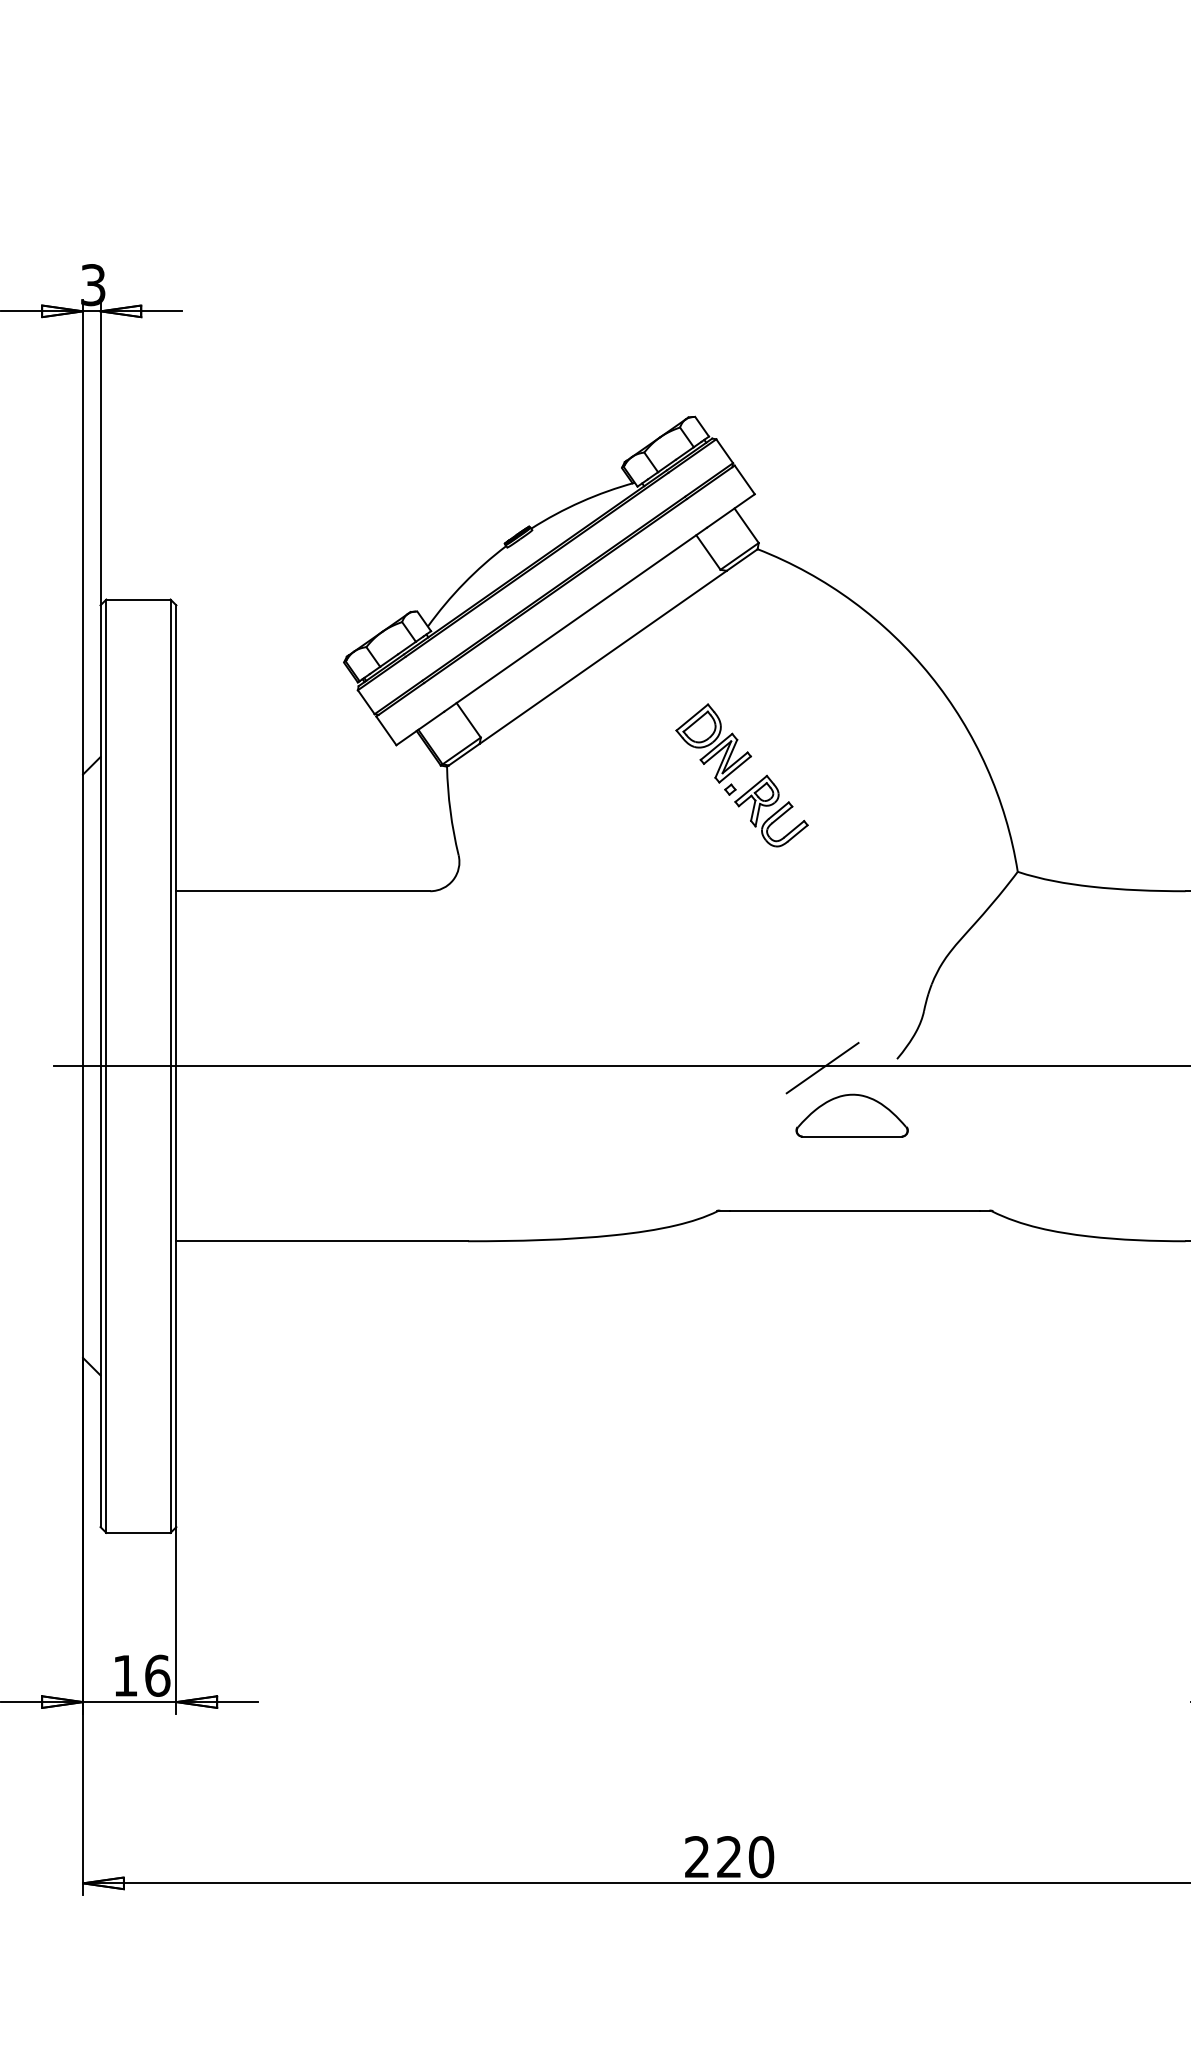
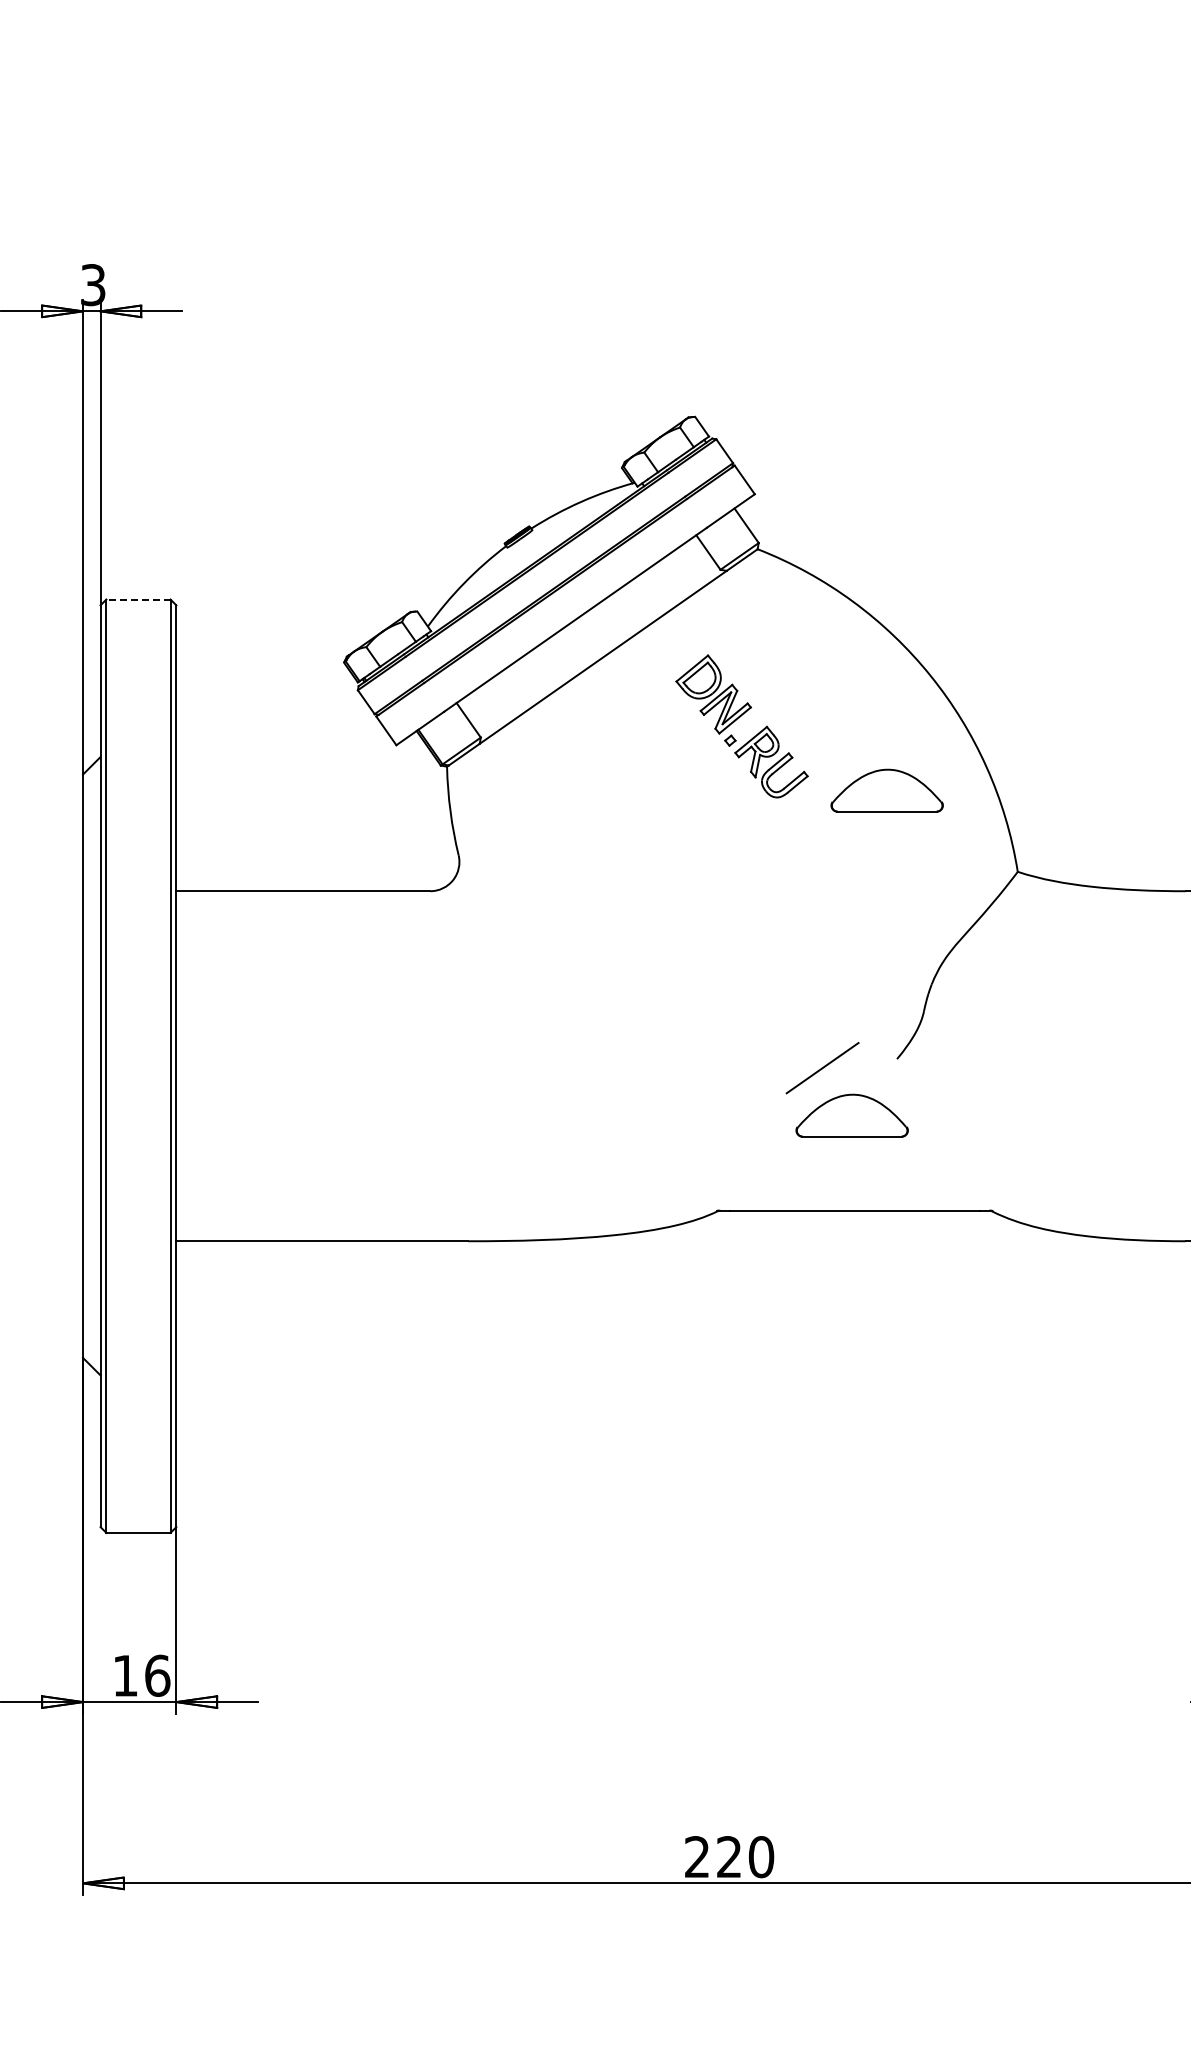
line at (137, 599): solid -> dashed
part at (736, 769) position: (736, 769) -> (736, 720)
part at (886, 790): none -> present
line at (620, 1066): present -> none
